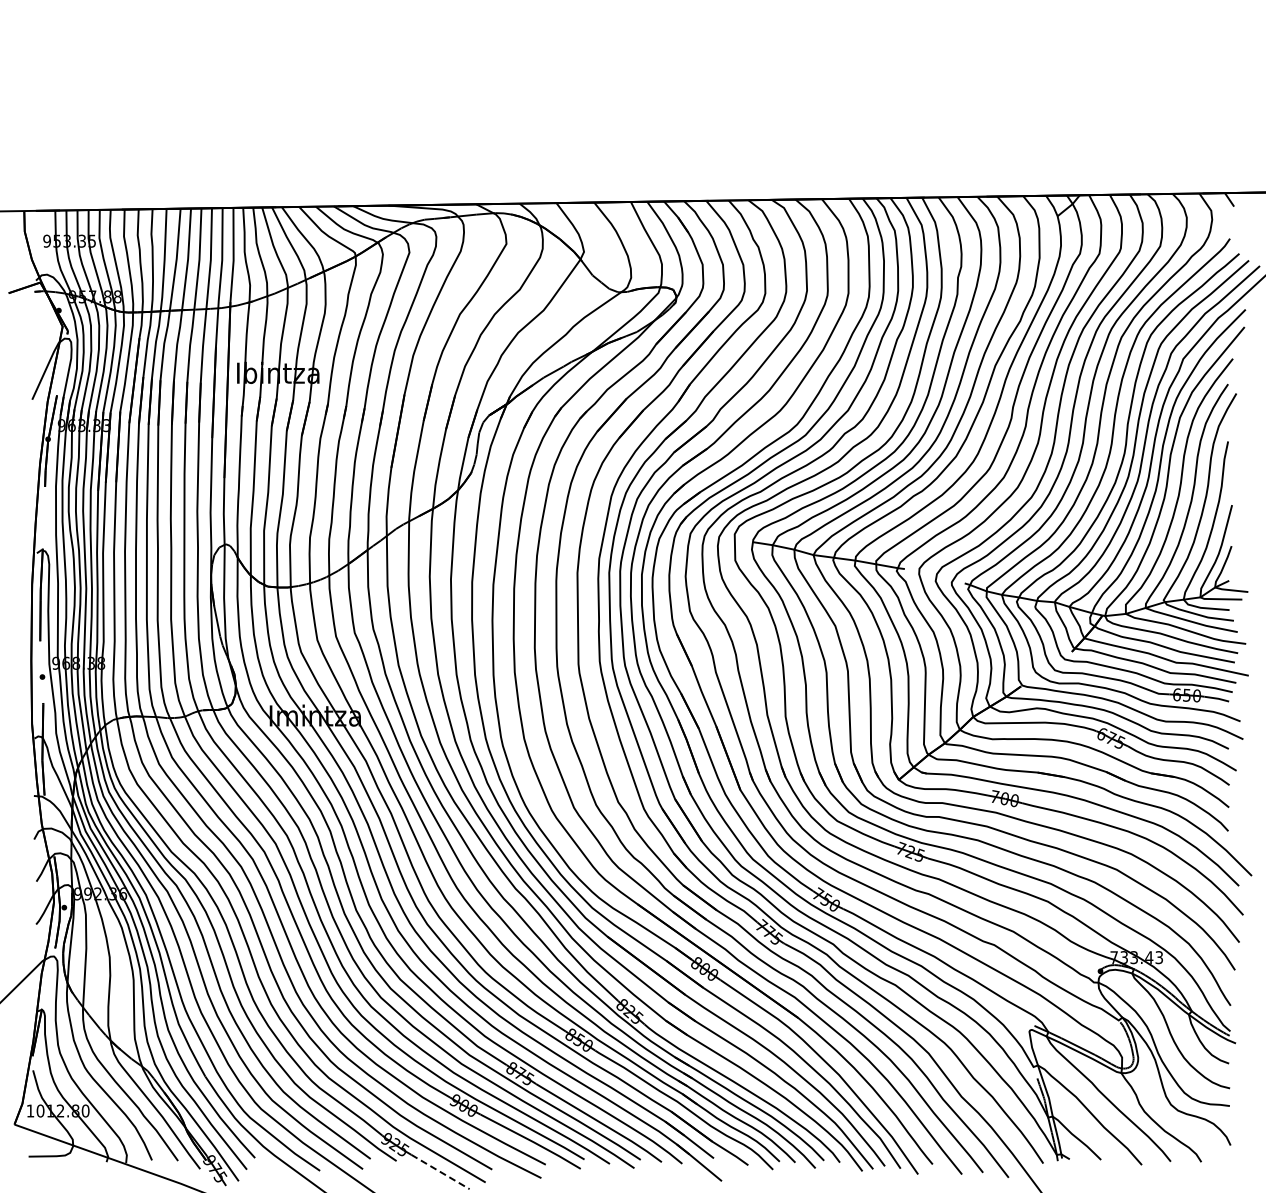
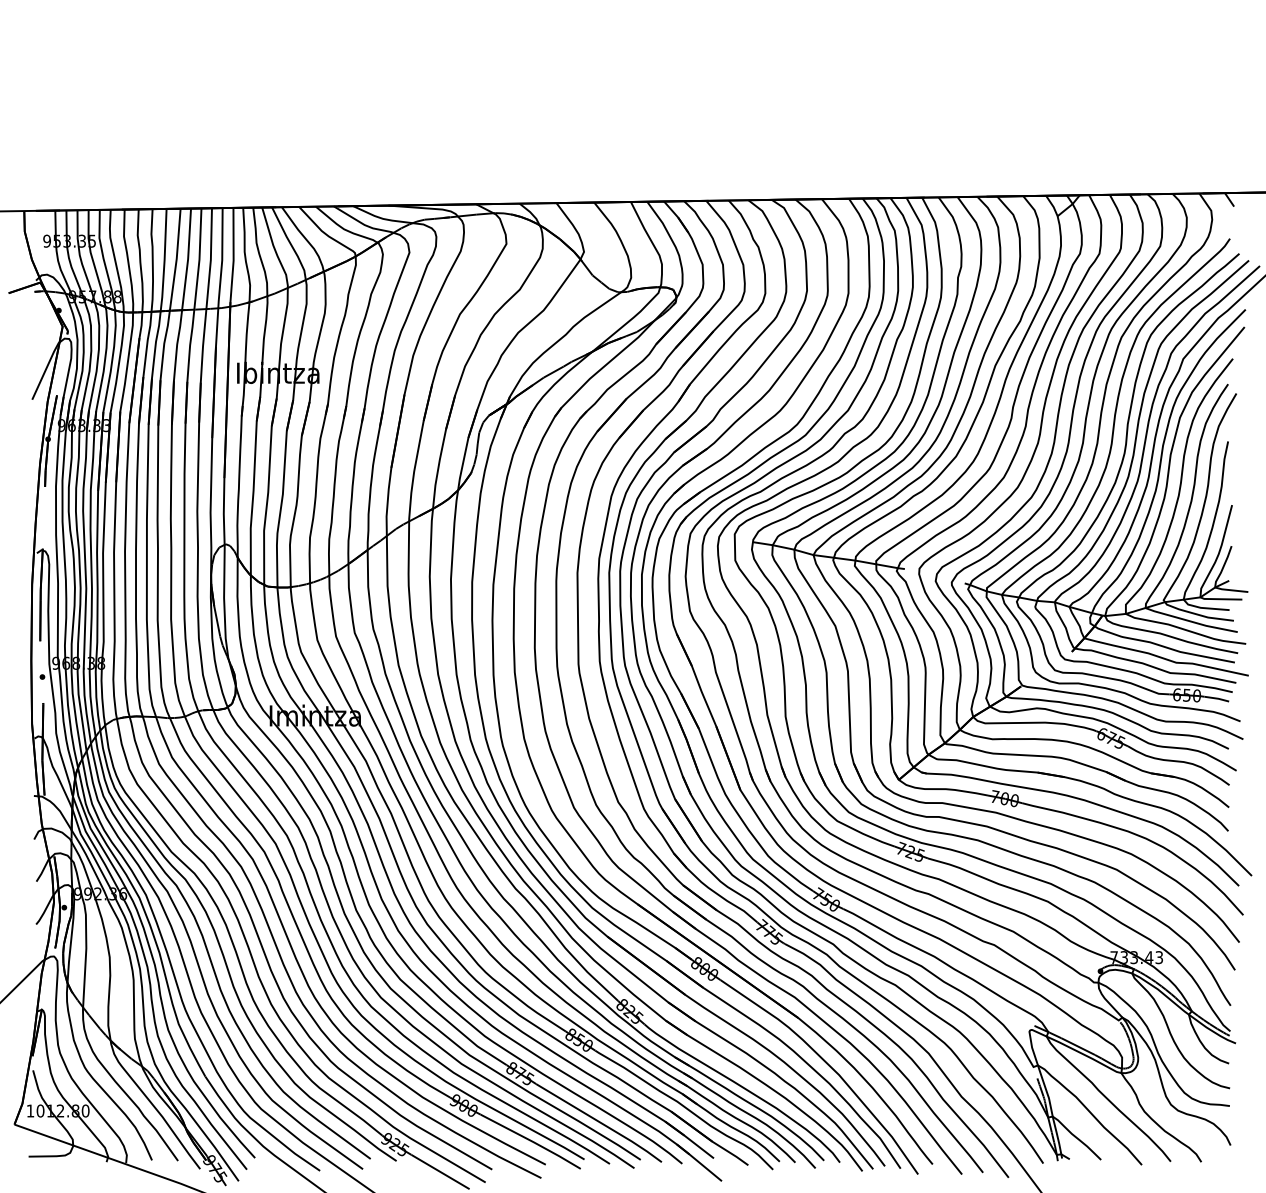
line at (440, 1172): dashed -> solid
